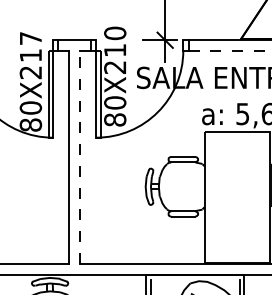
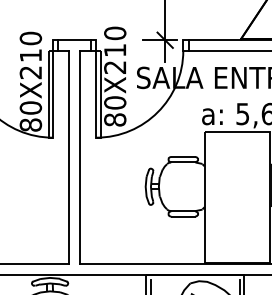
text at (30, 38): 80X217 -> 80X210
line at (230, 50): dashed -> solid
line at (80, 156): dashed -> solid
